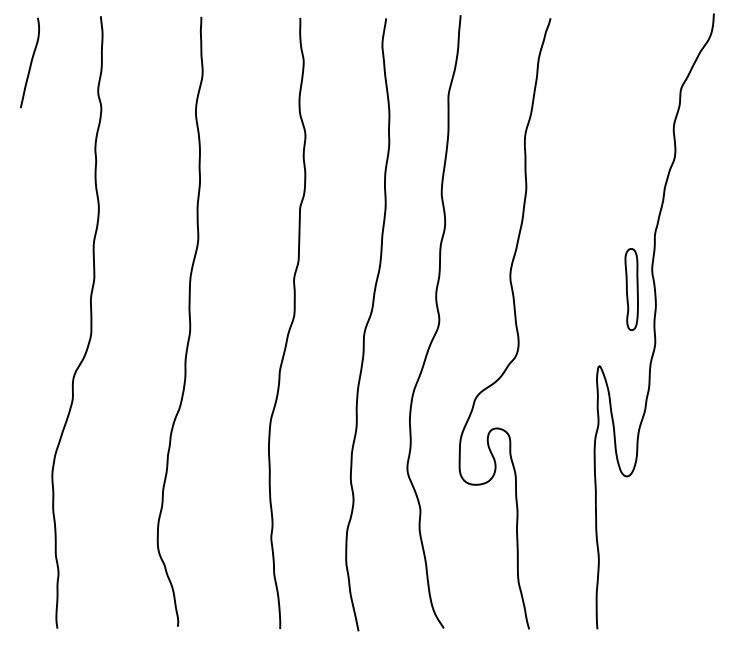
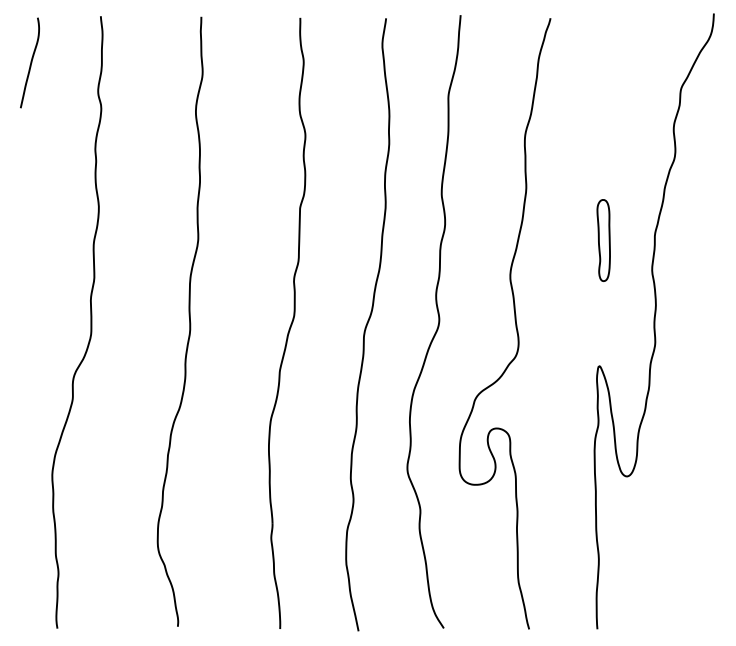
part at (631, 289) position: (631, 289) -> (603, 240)
